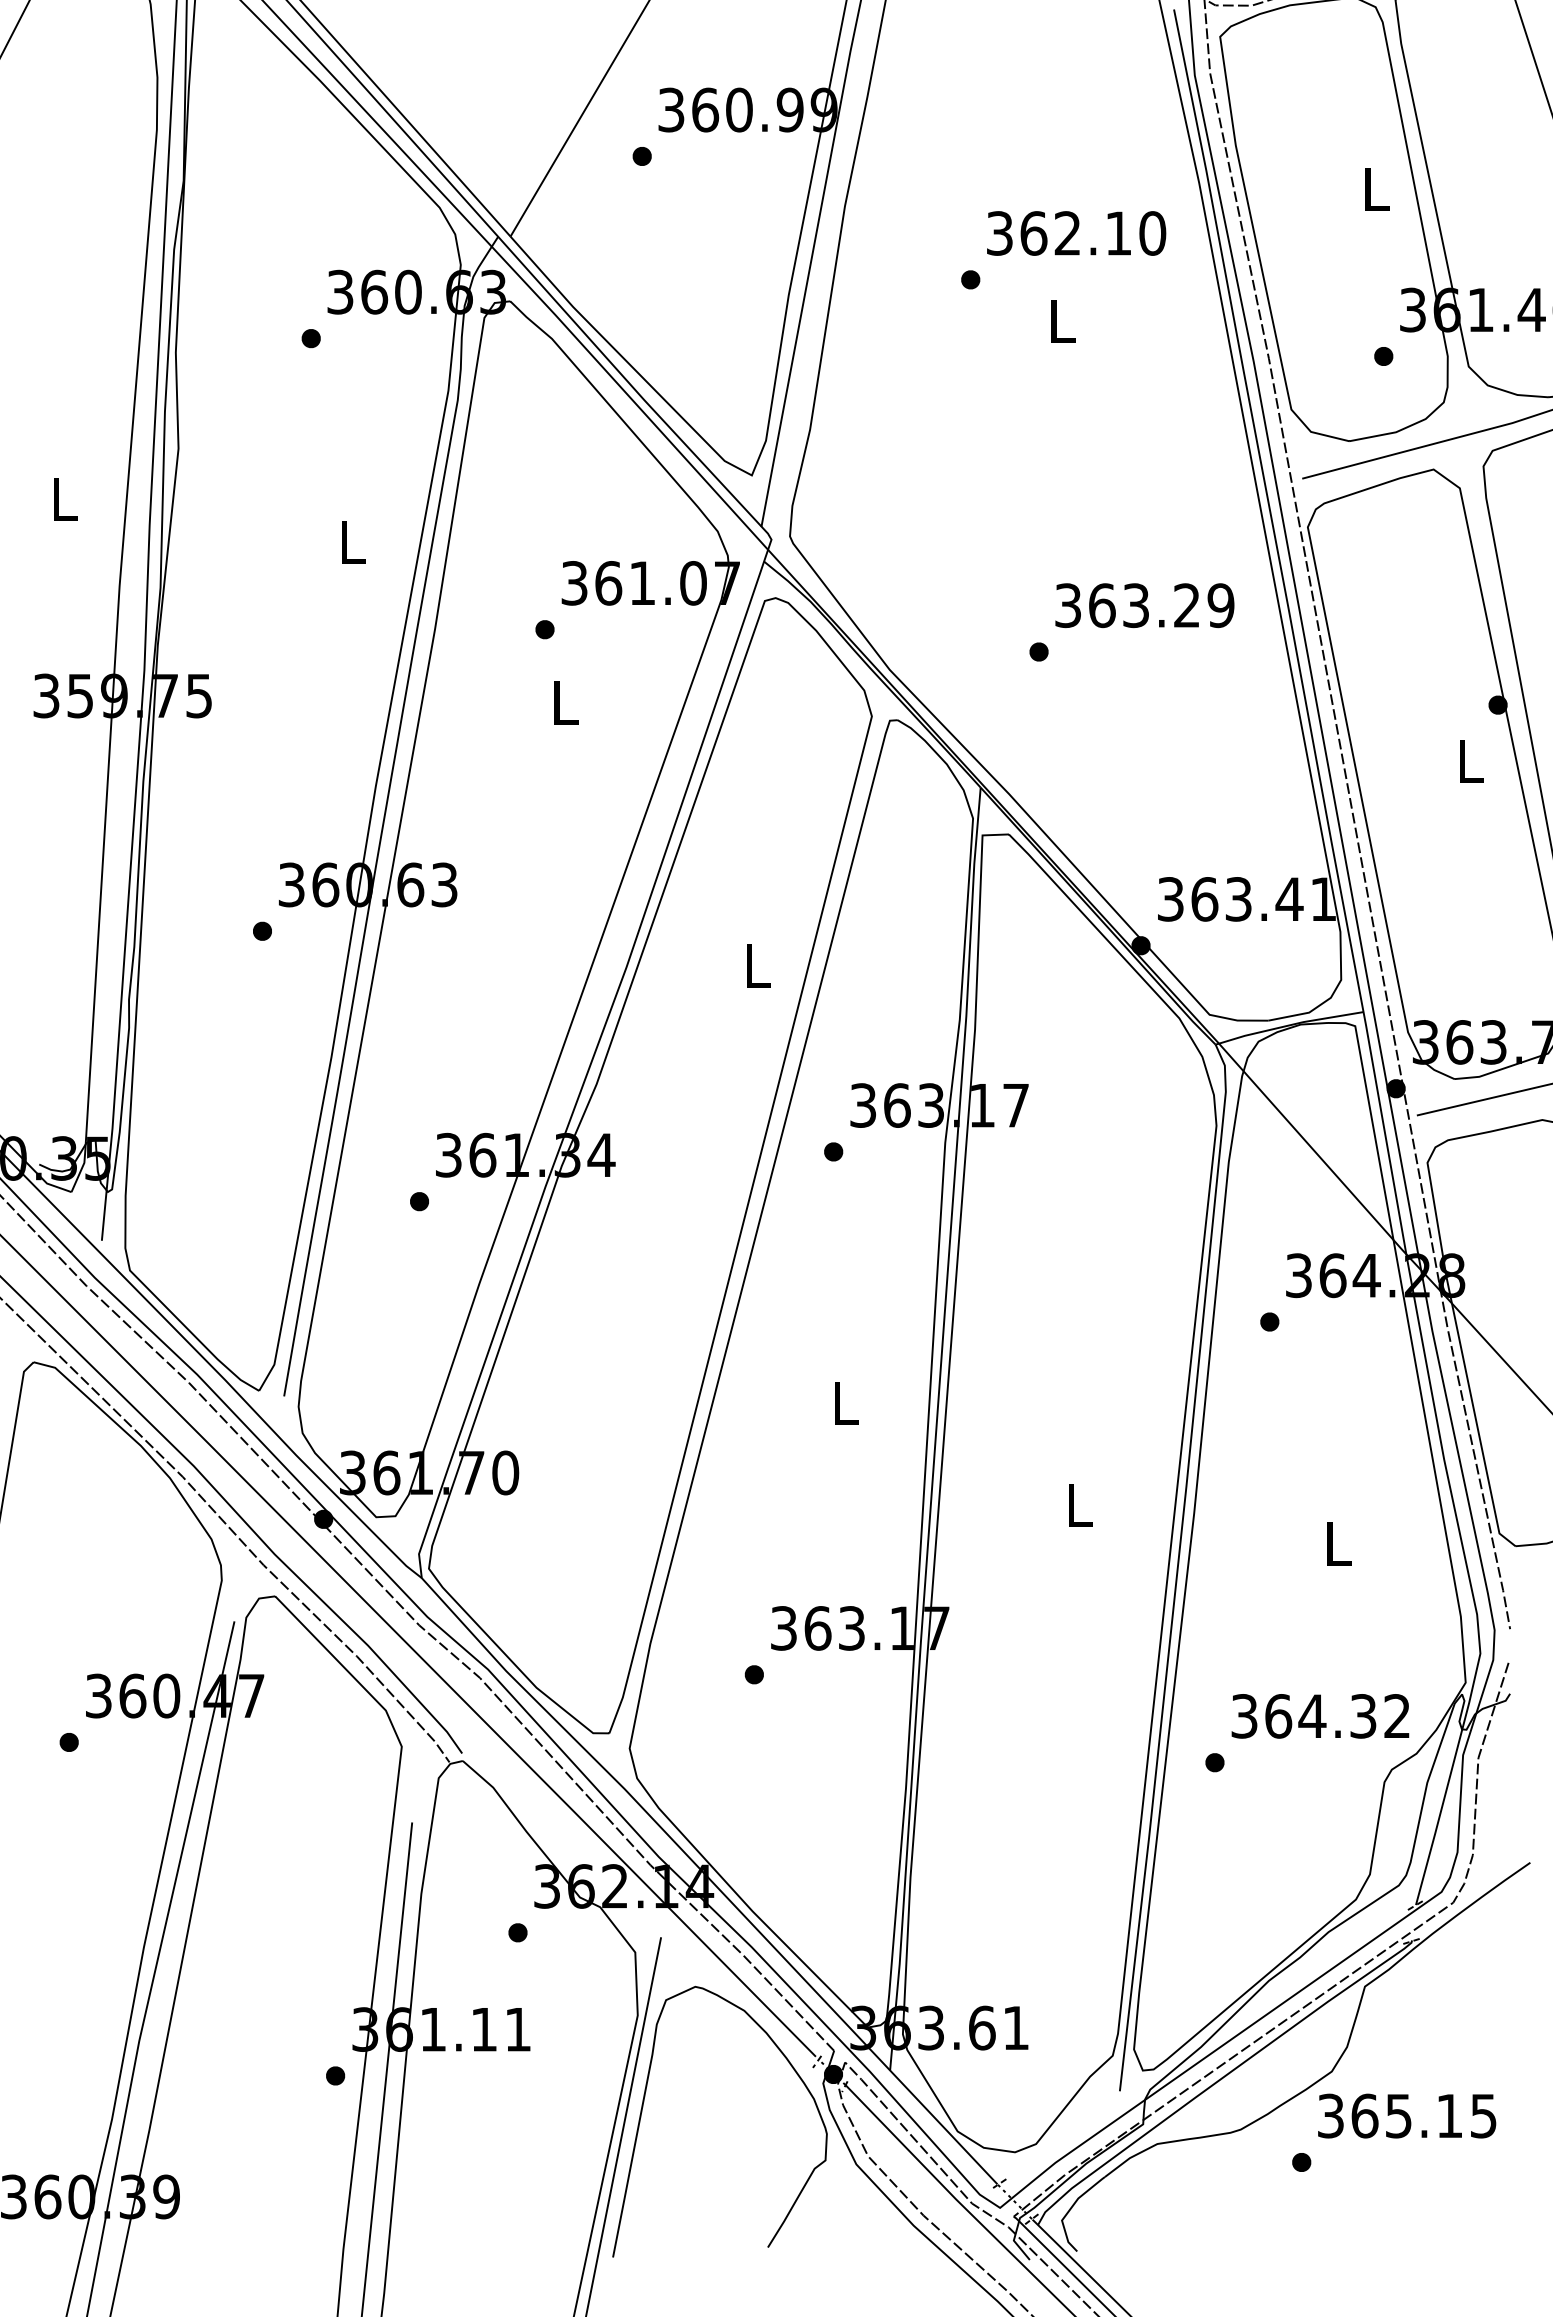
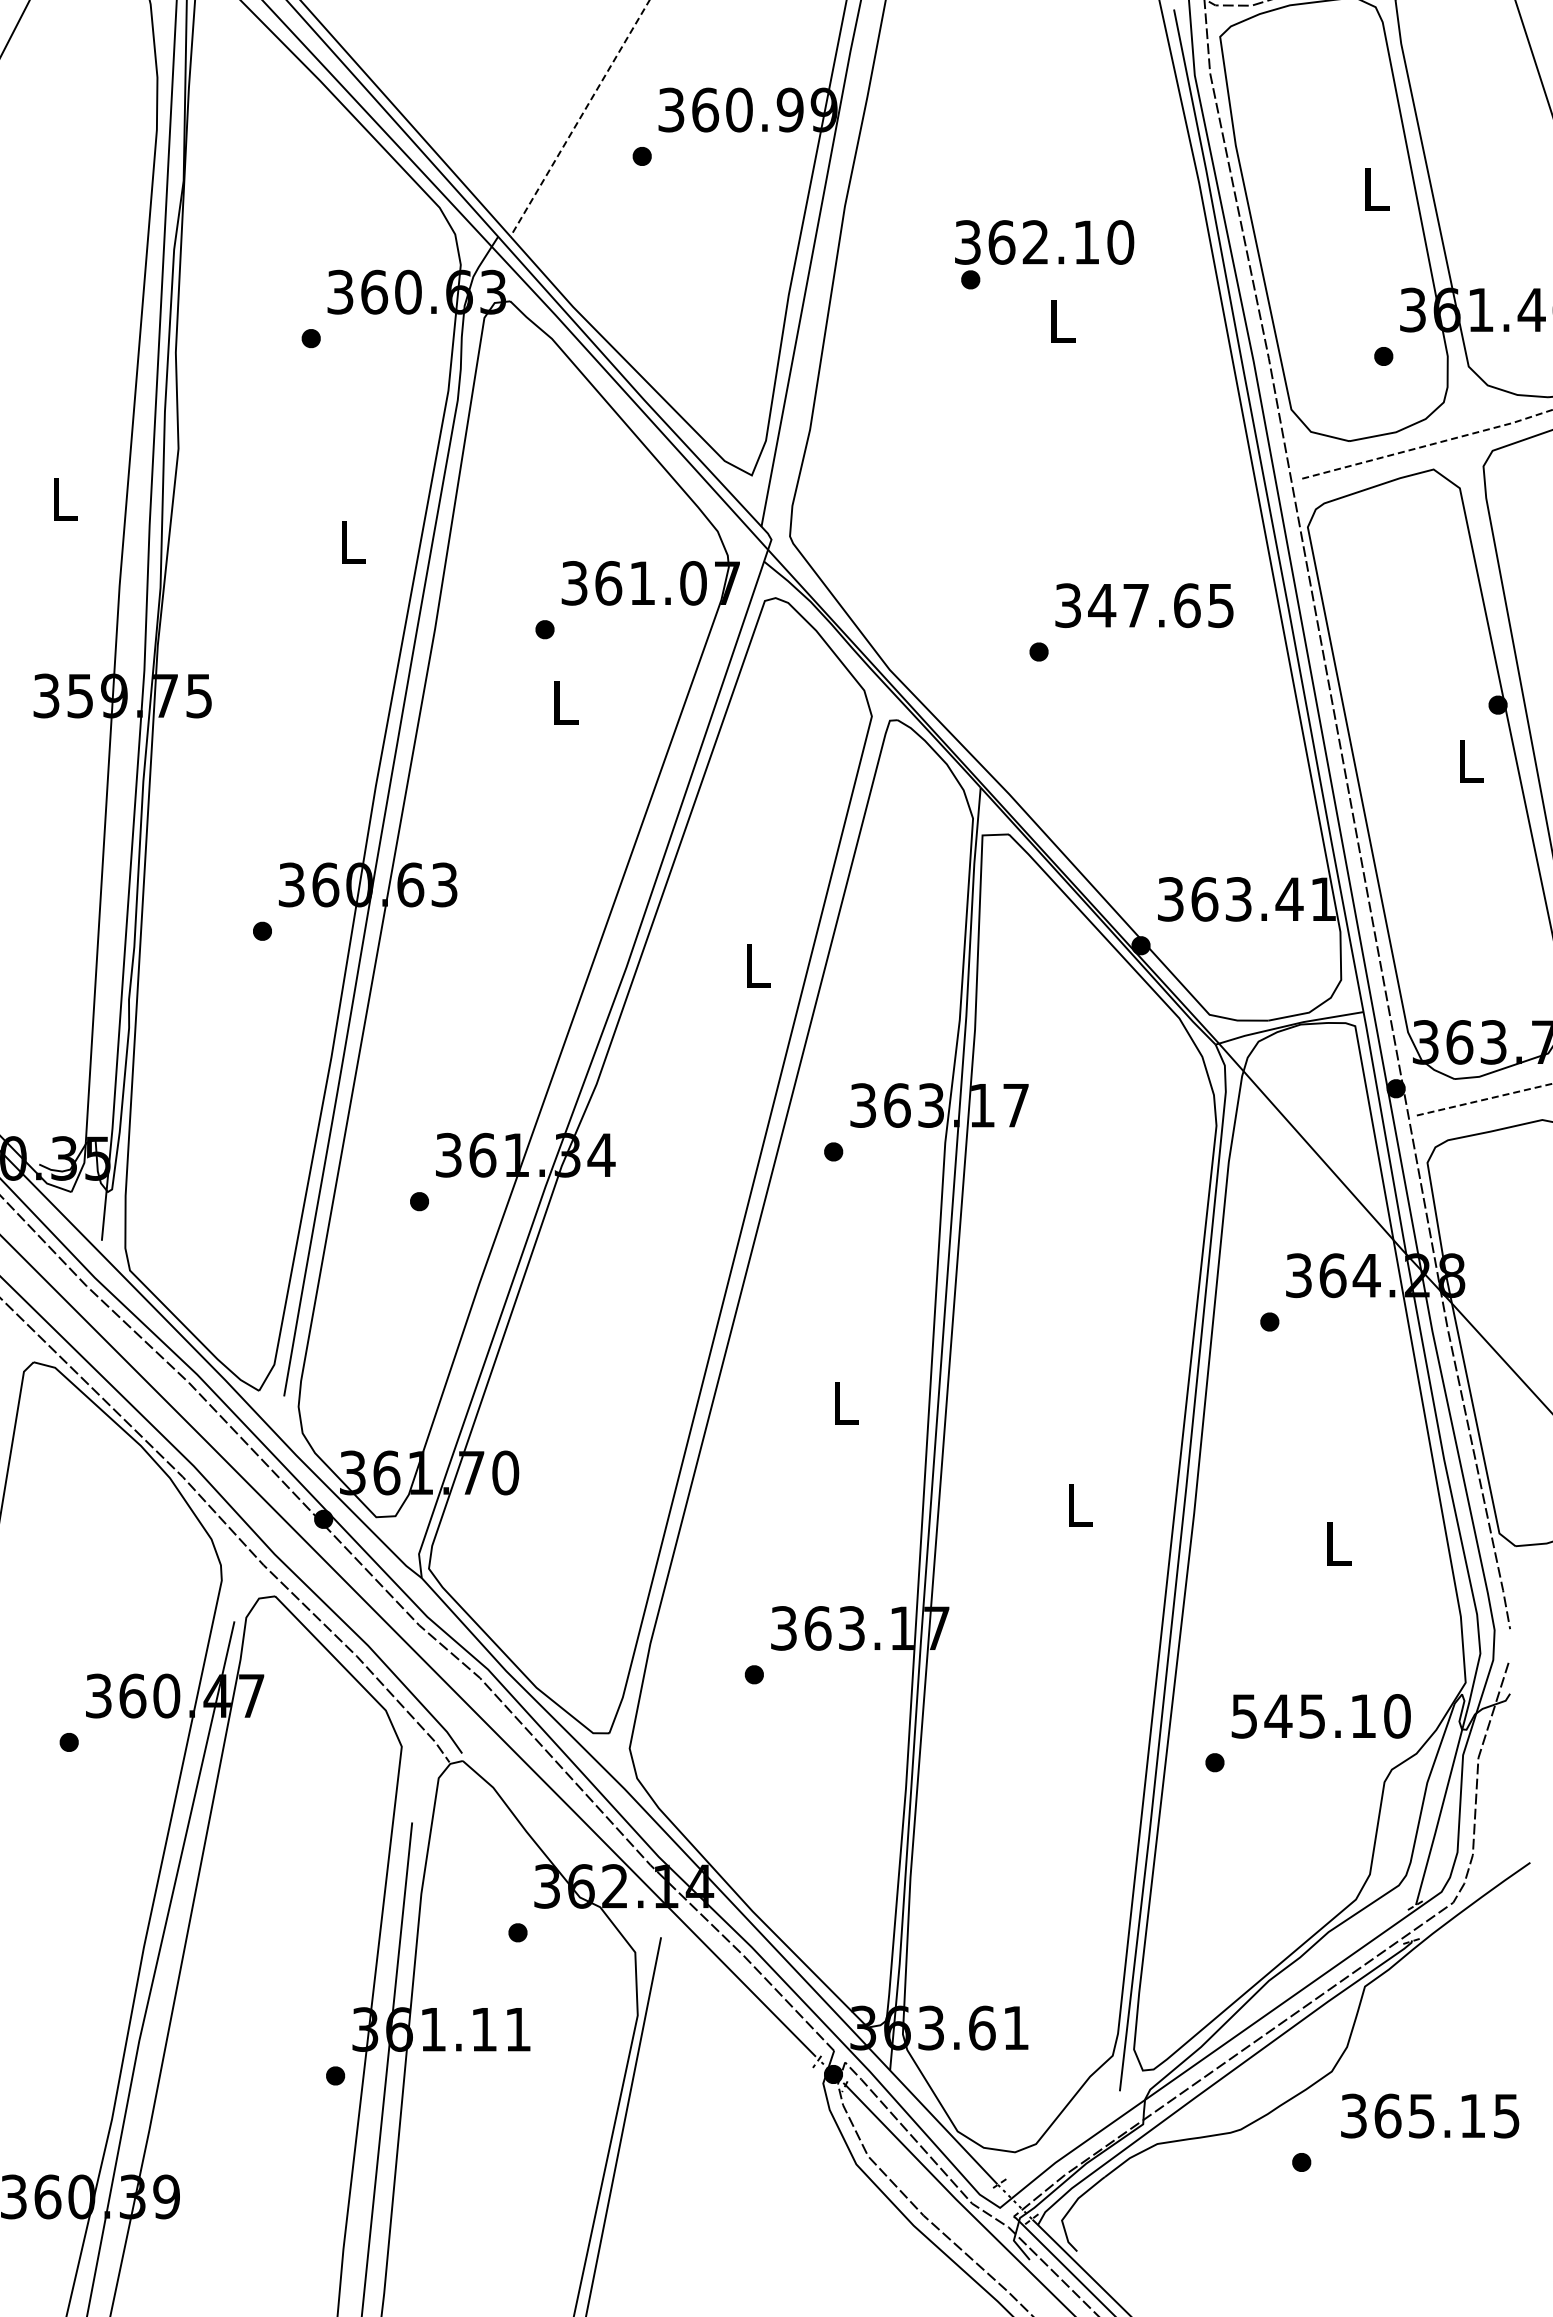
line at (579, 118): solid -> dashed
text at (1076, 233) position: (1076, 233) -> (1044, 242)
line at (1428, 445): solid -> dashed
text at (1161, 605): 363.29 -> 347.65
line at (1484, 1099): solid -> dashed
text at (1321, 1716): 364.32 -> 545.10
curve at (643, 2107): present -> none
text at (1407, 2115) position: (1407, 2115) -> (1430, 2115)
